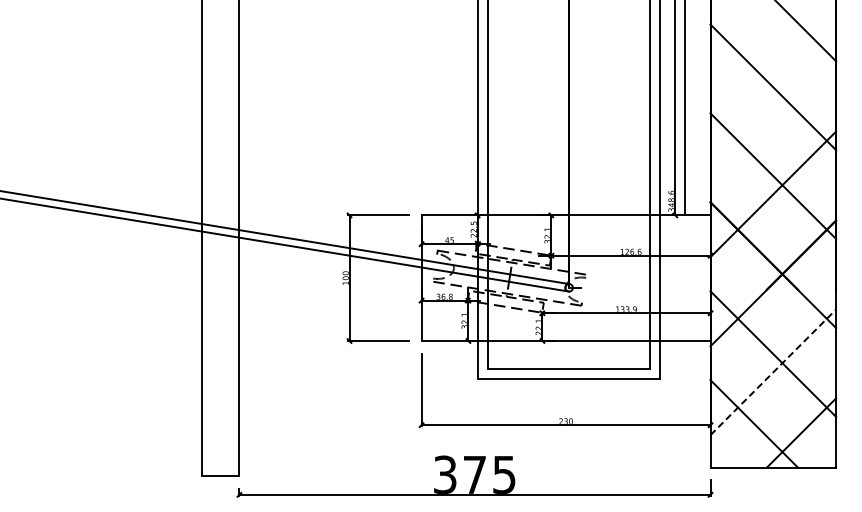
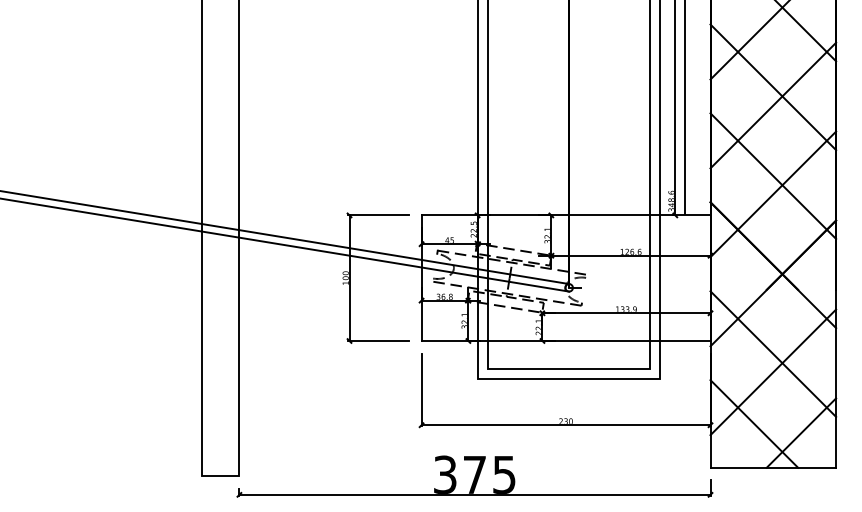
line at (748, 40): none -> present
line at (773, 105): none -> present
line at (773, 372): dashed -> solid
